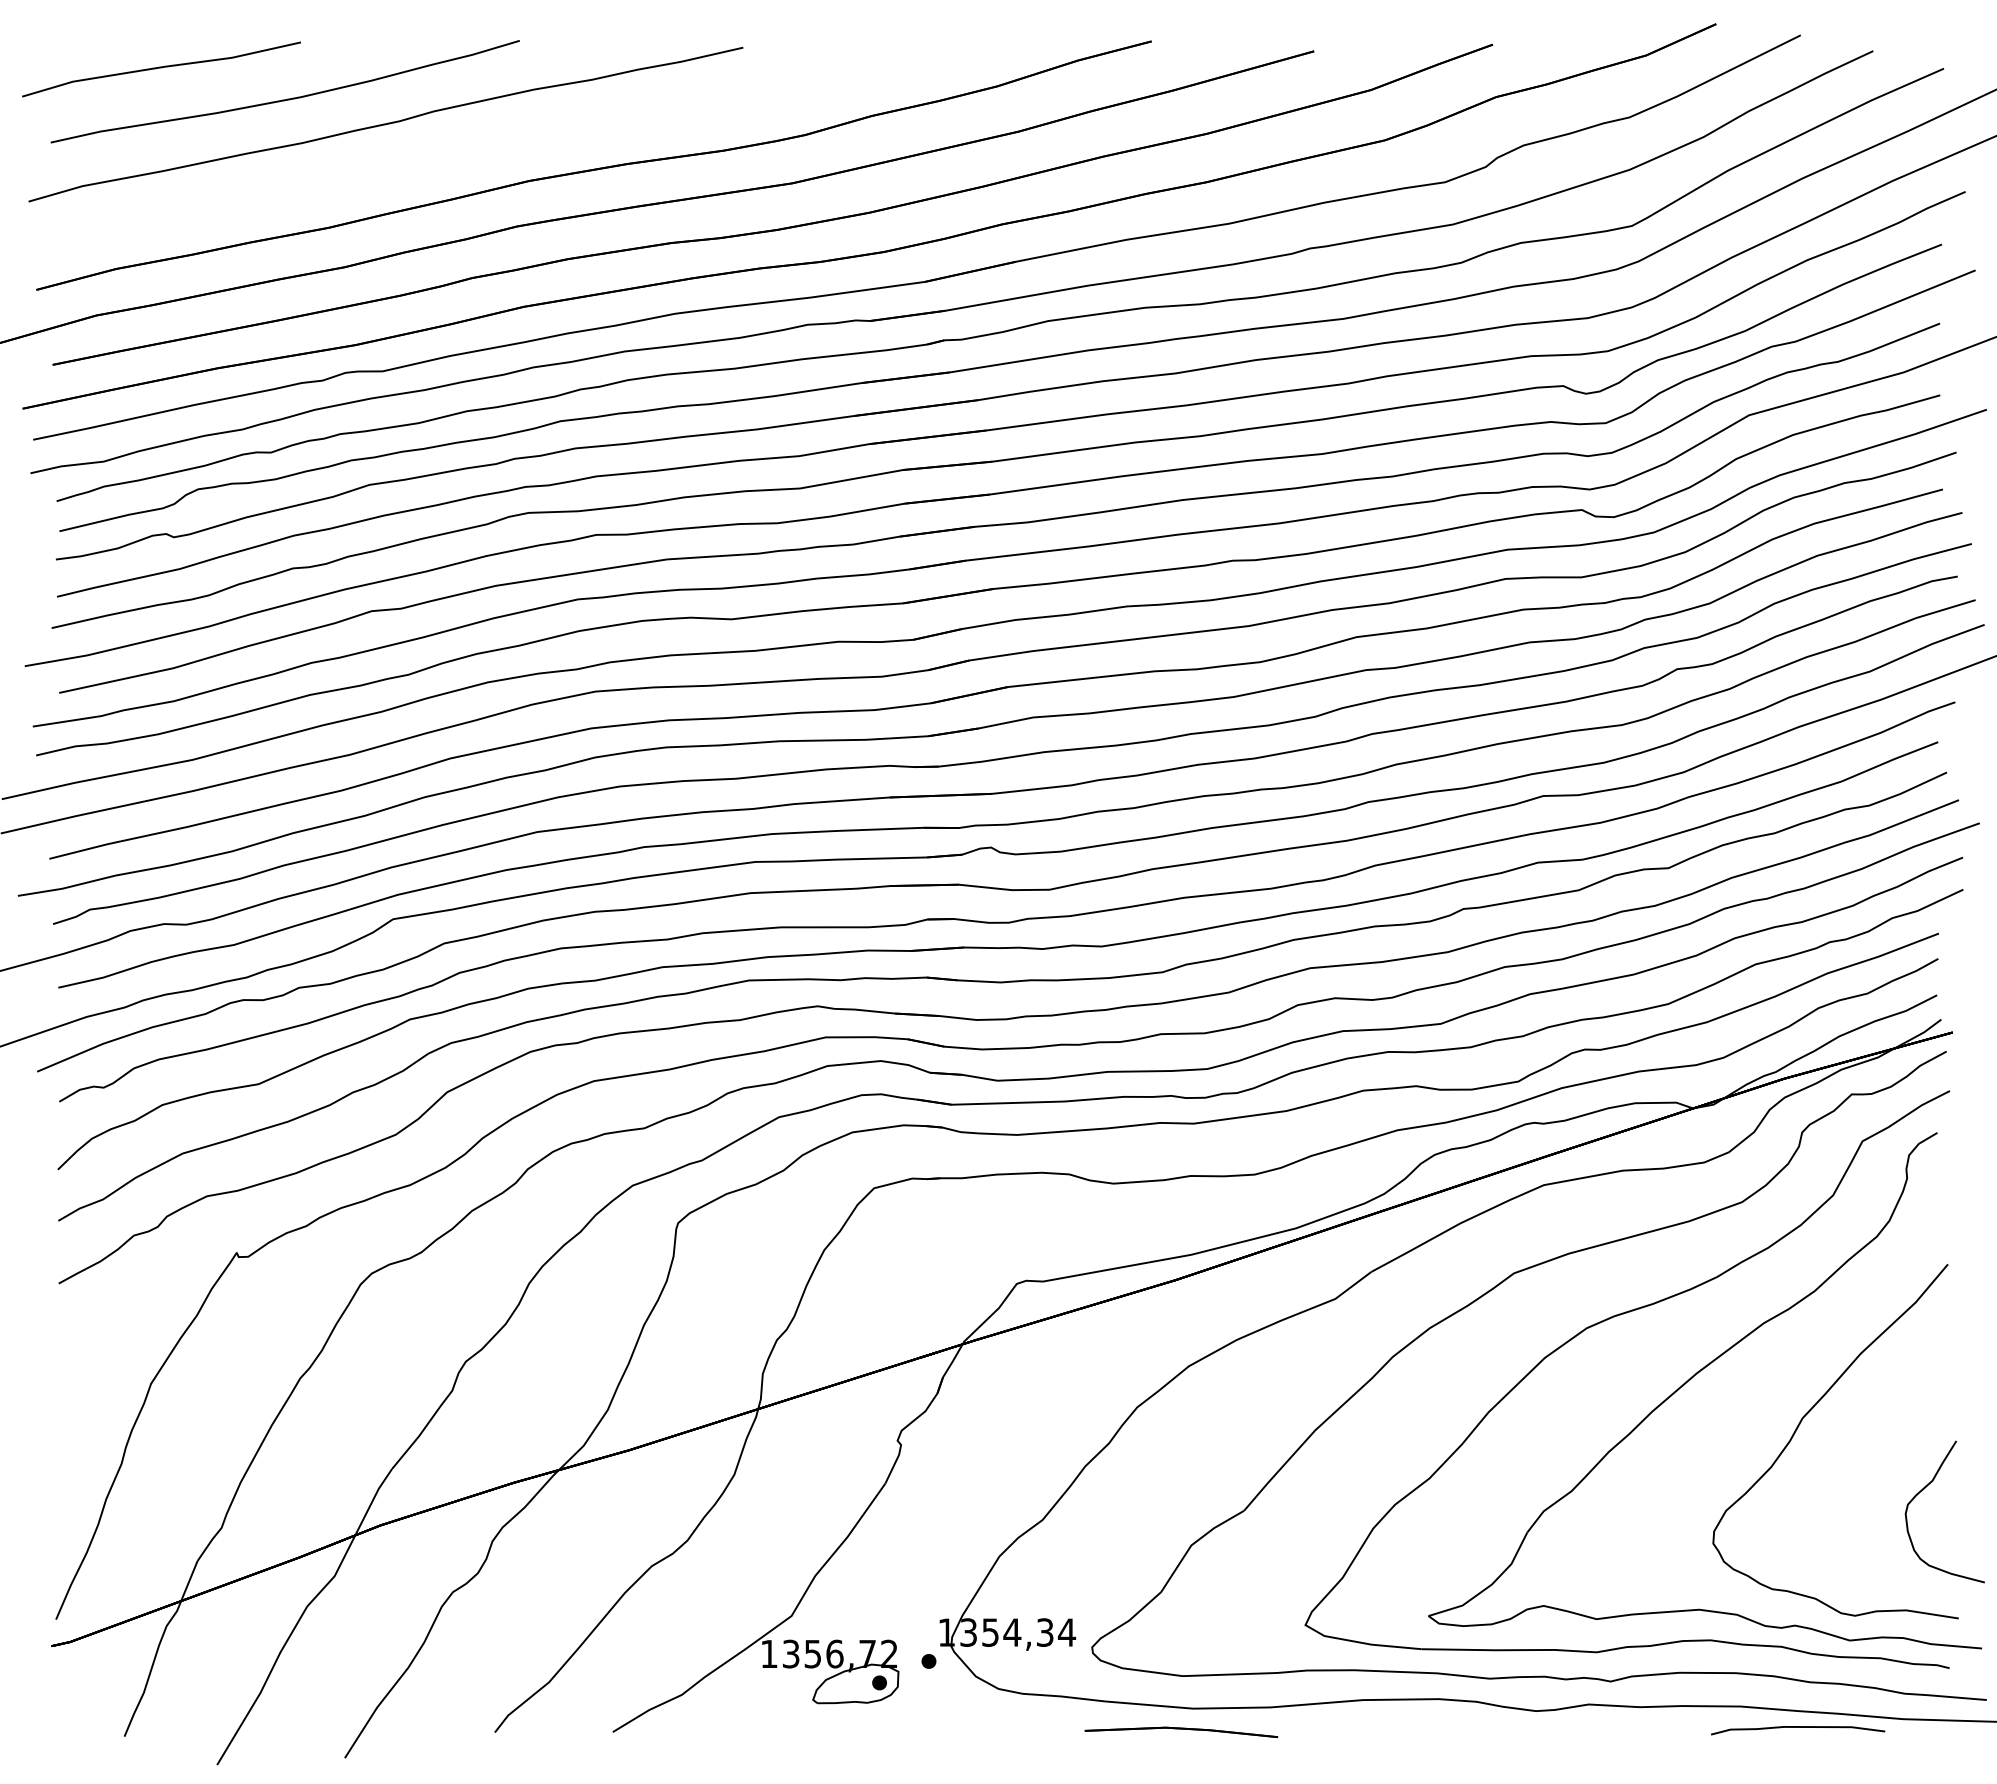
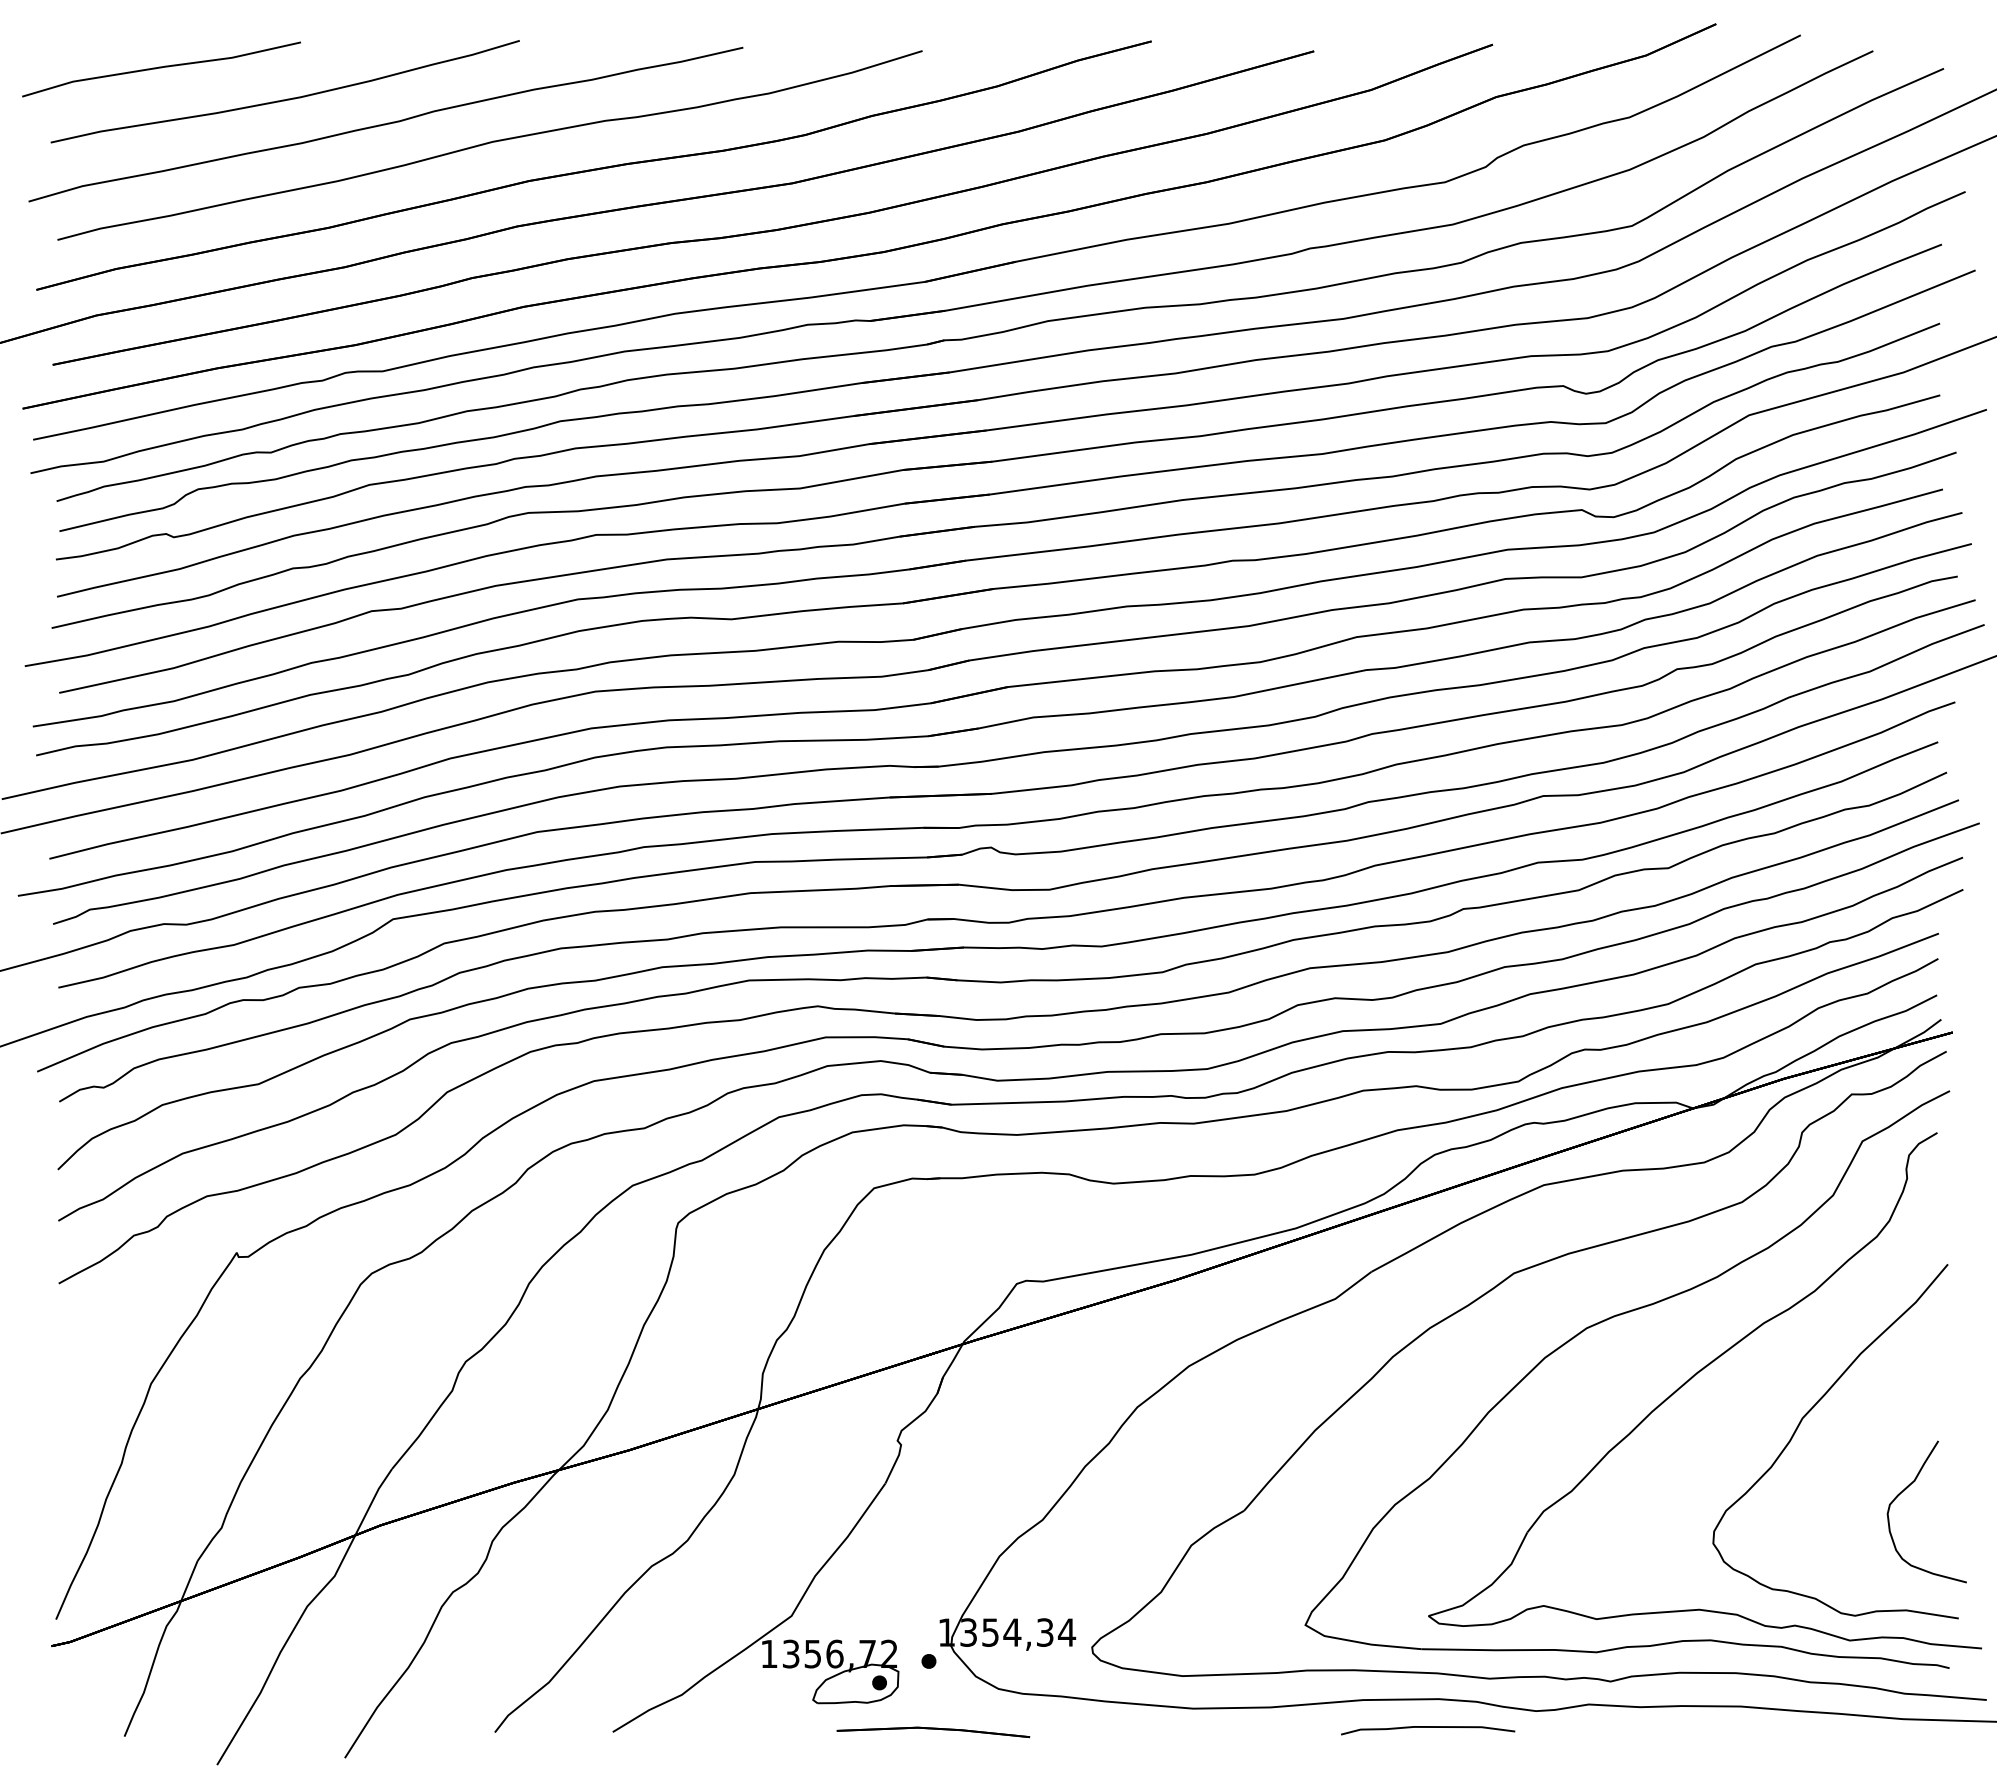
part at (489, 145): none -> present
curve at (1923, 1490) position: (1923, 1490) -> (1905, 1490)
curve at (1798, 1727) position: (1798, 1727) -> (1428, 1727)
part at (1181, 1732) position: (1181, 1732) -> (933, 1732)
